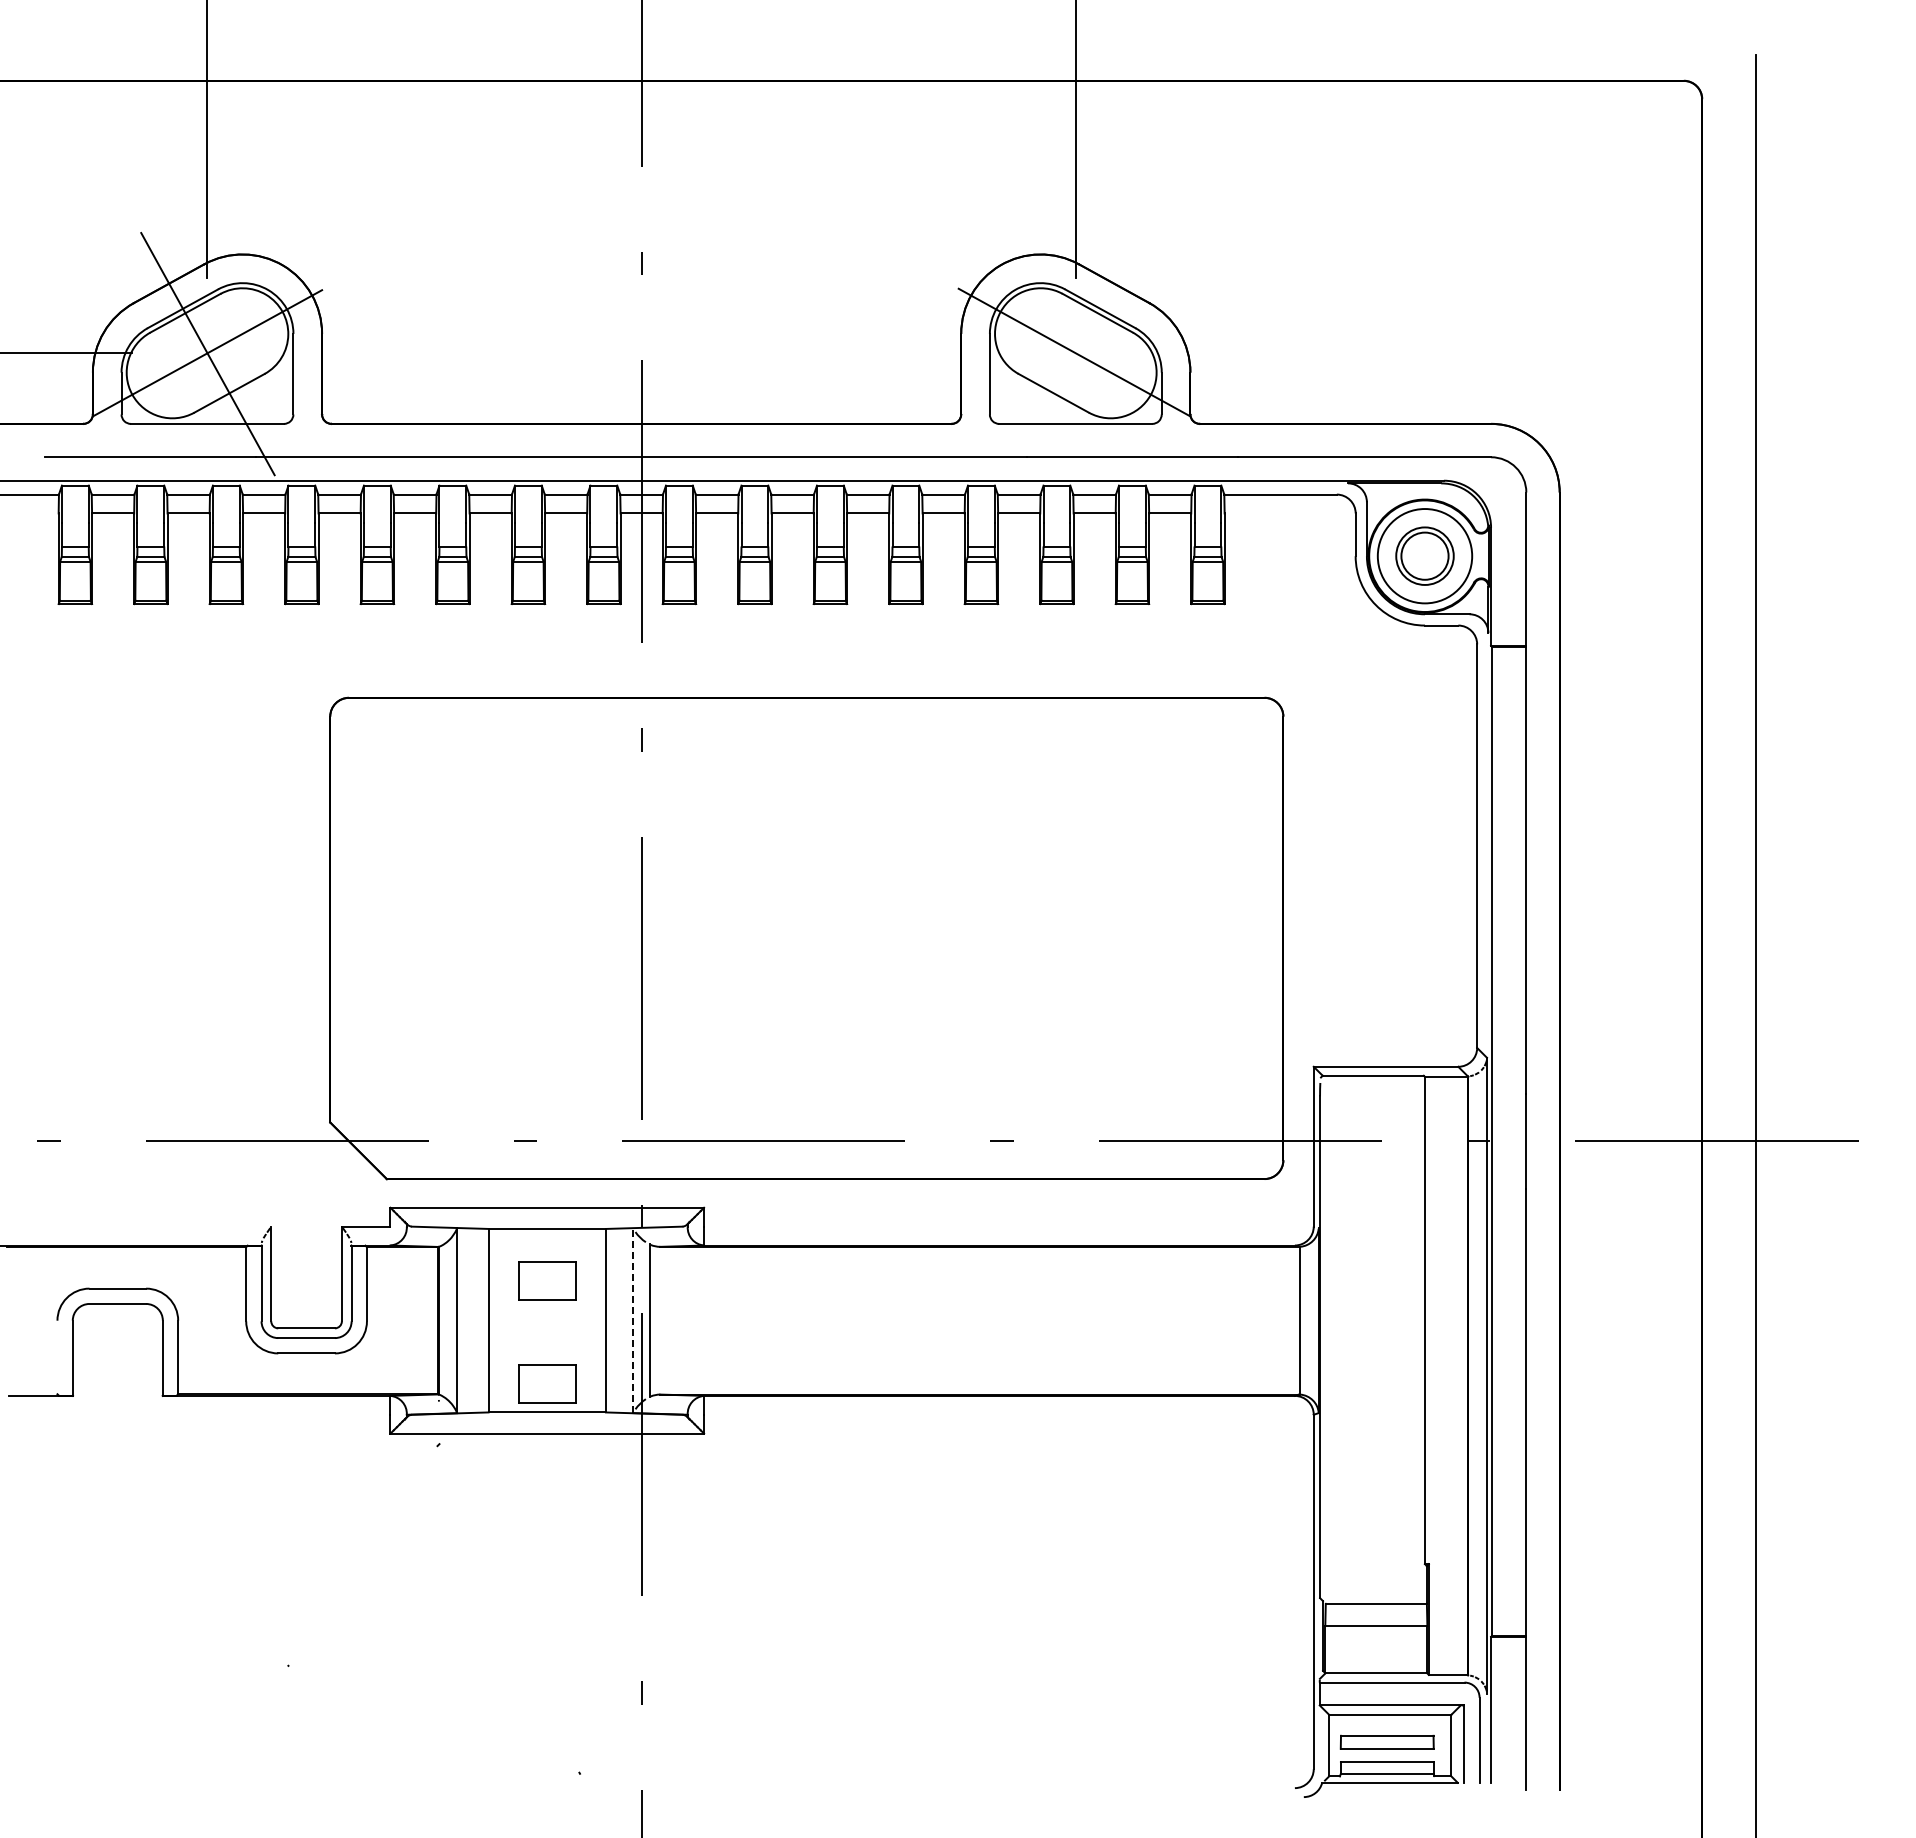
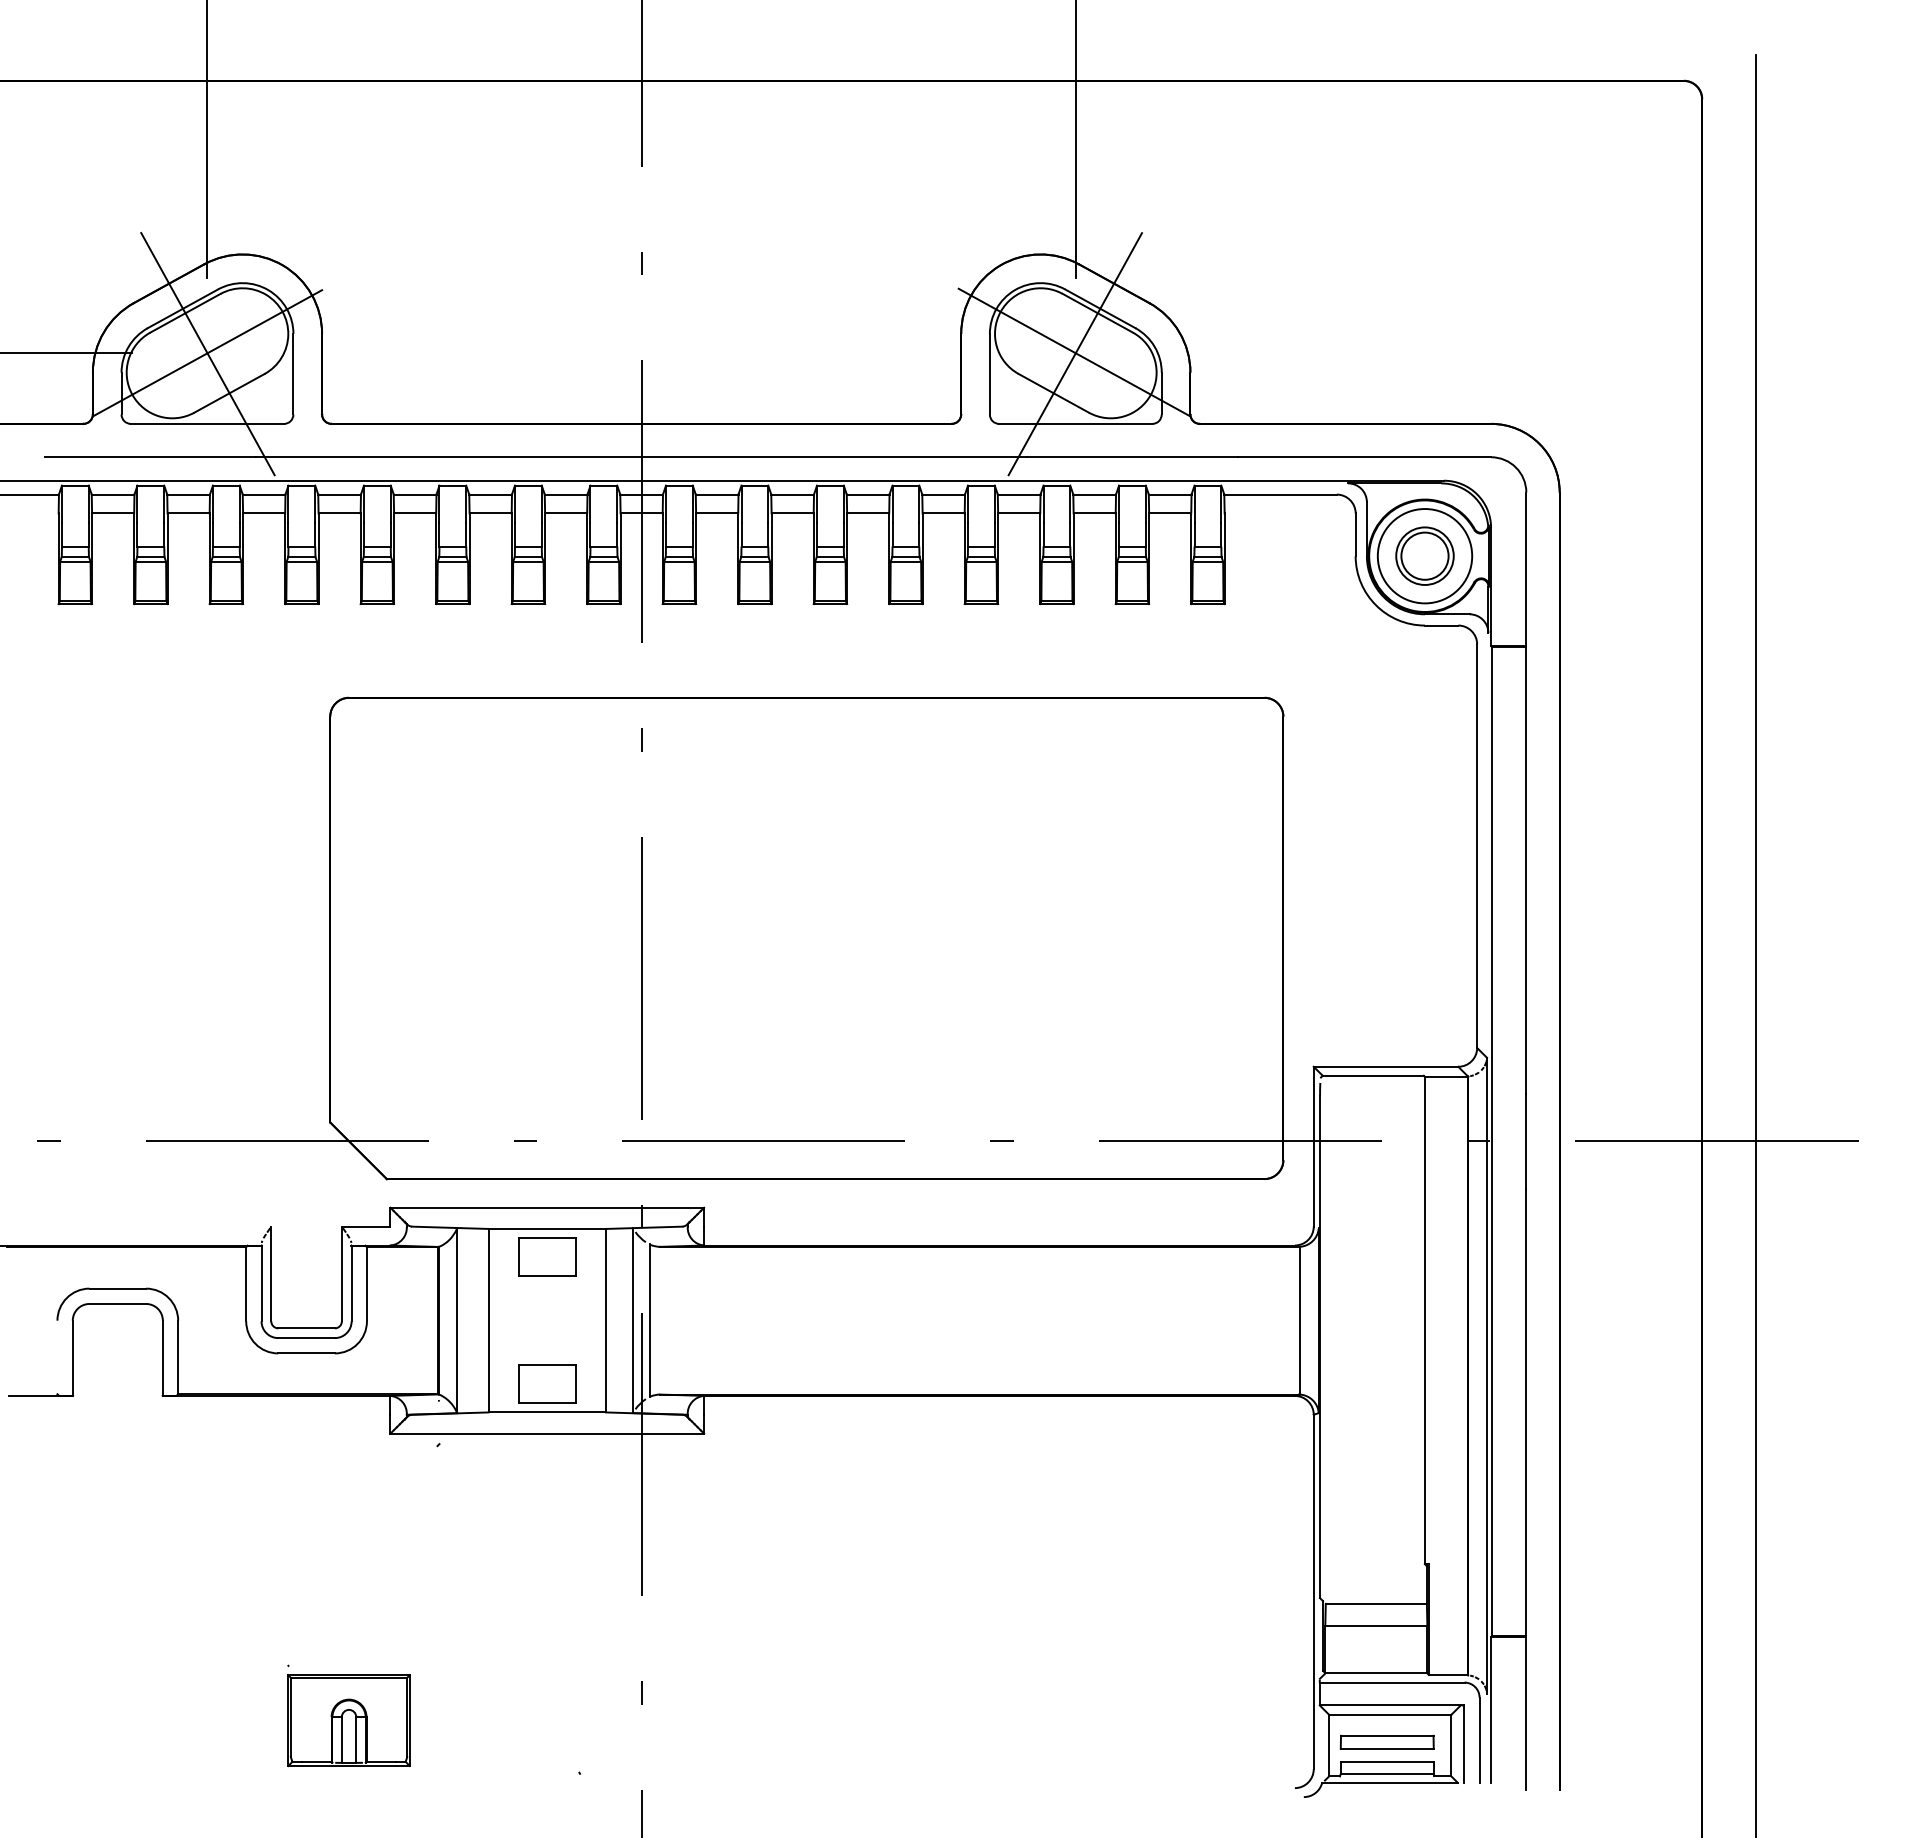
line at (1075, 354): none -> present
part at (547, 1280) position: (547, 1280) -> (547, 1256)
line at (633, 1320): dashed -> solid
part at (348, 1720): none -> present
